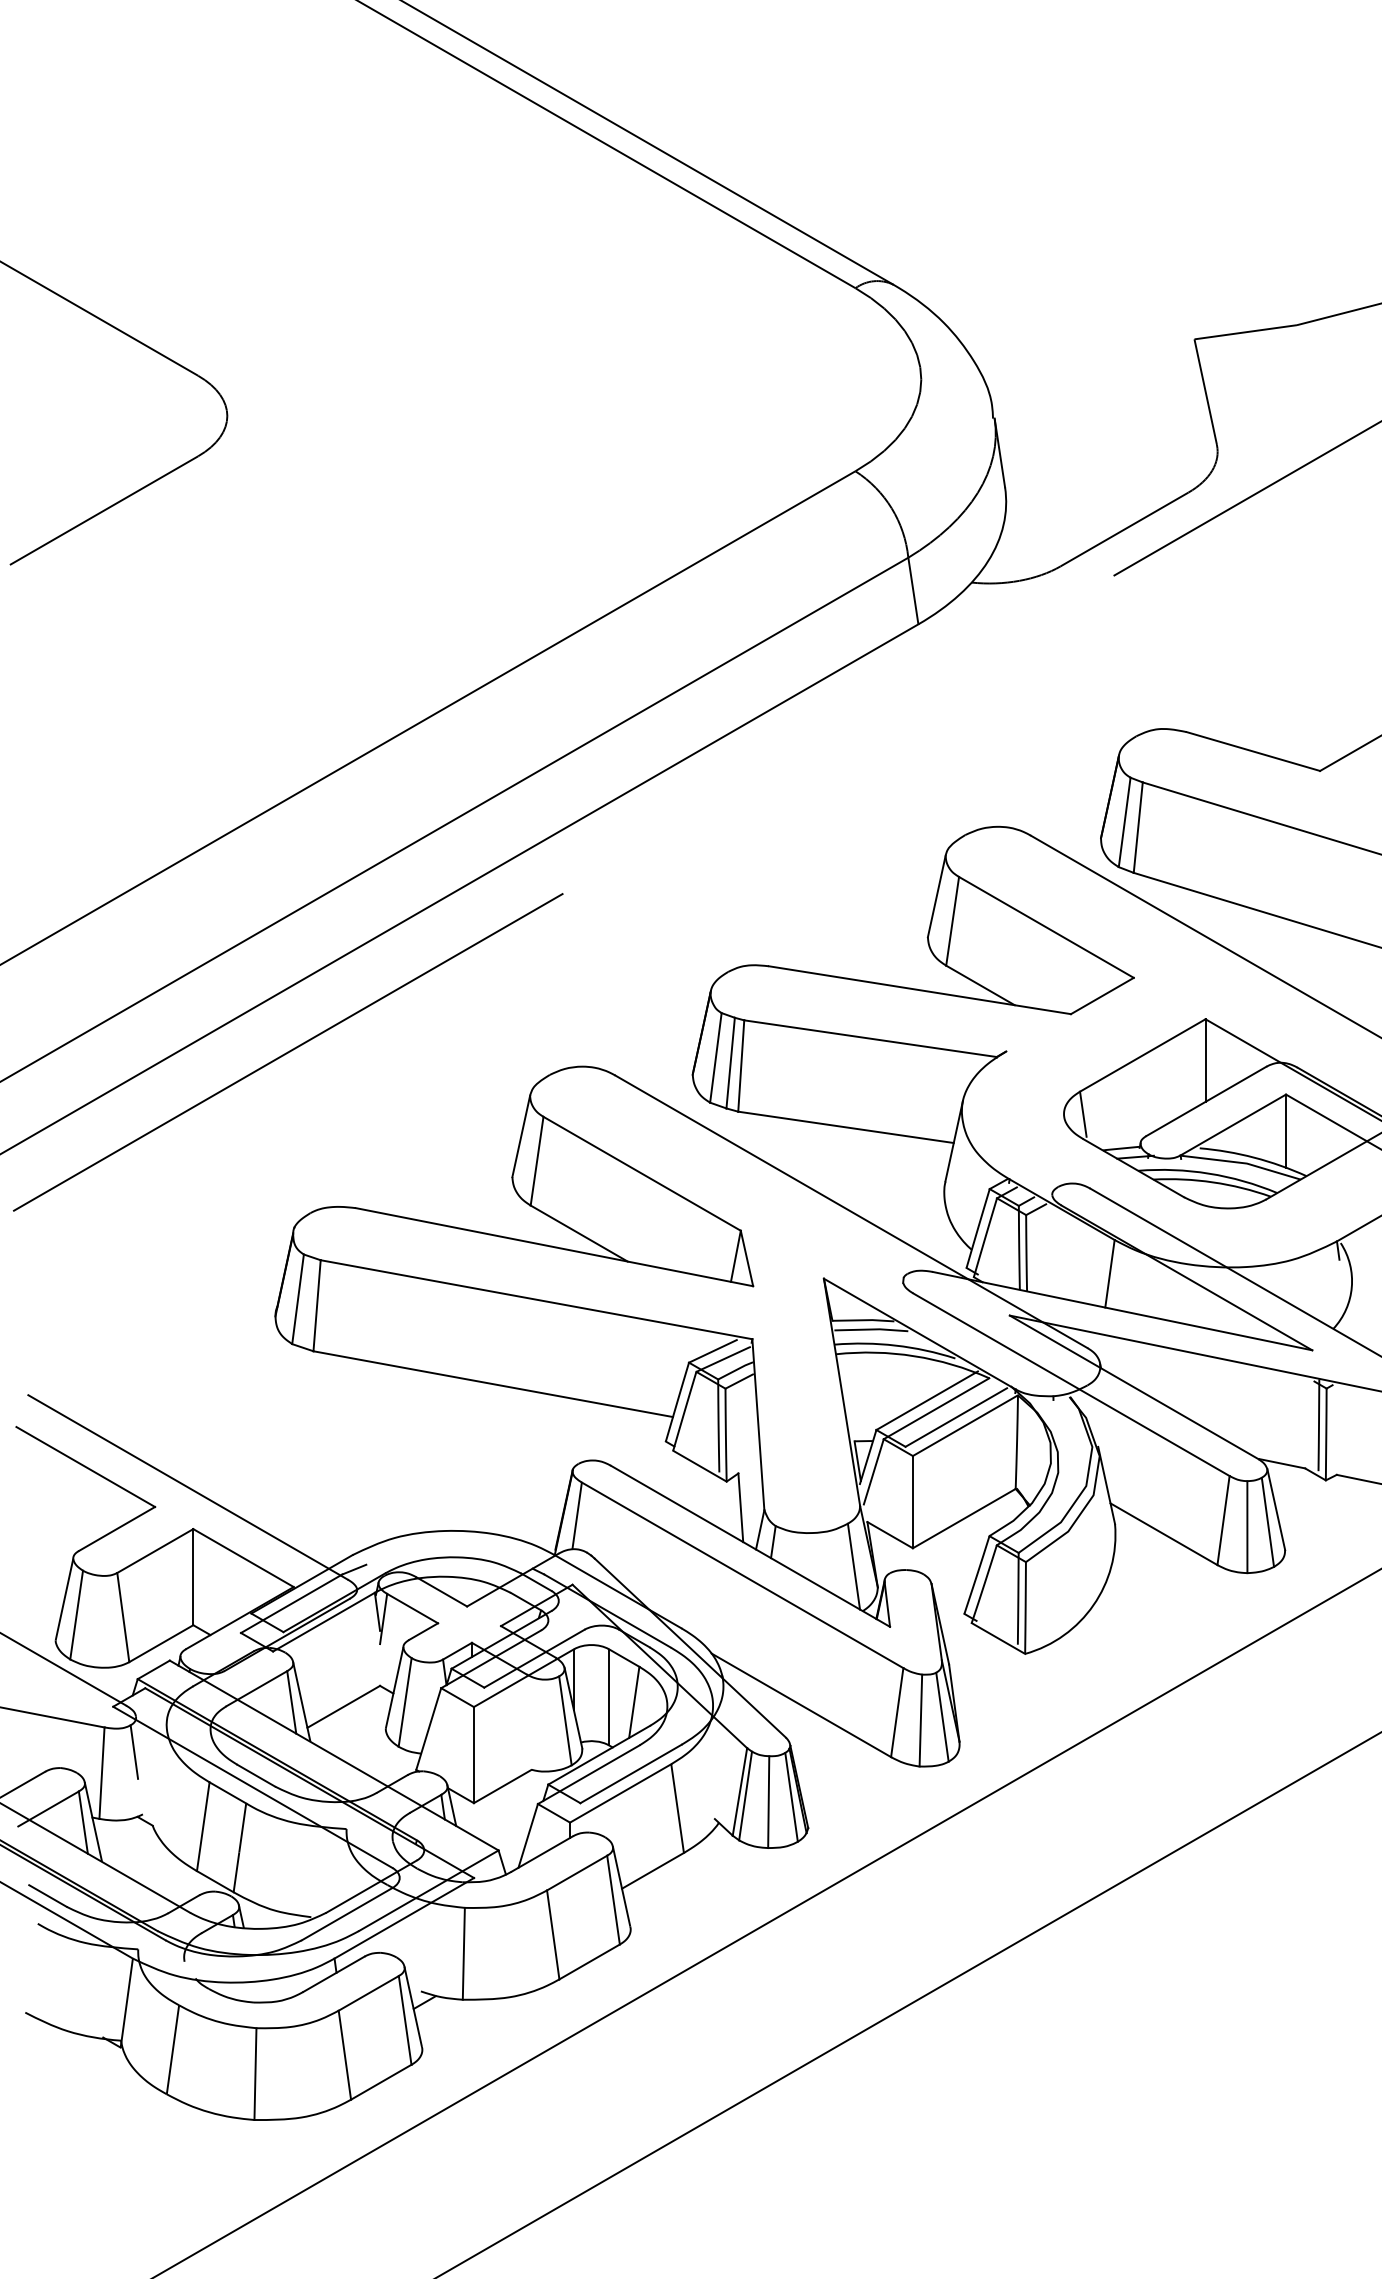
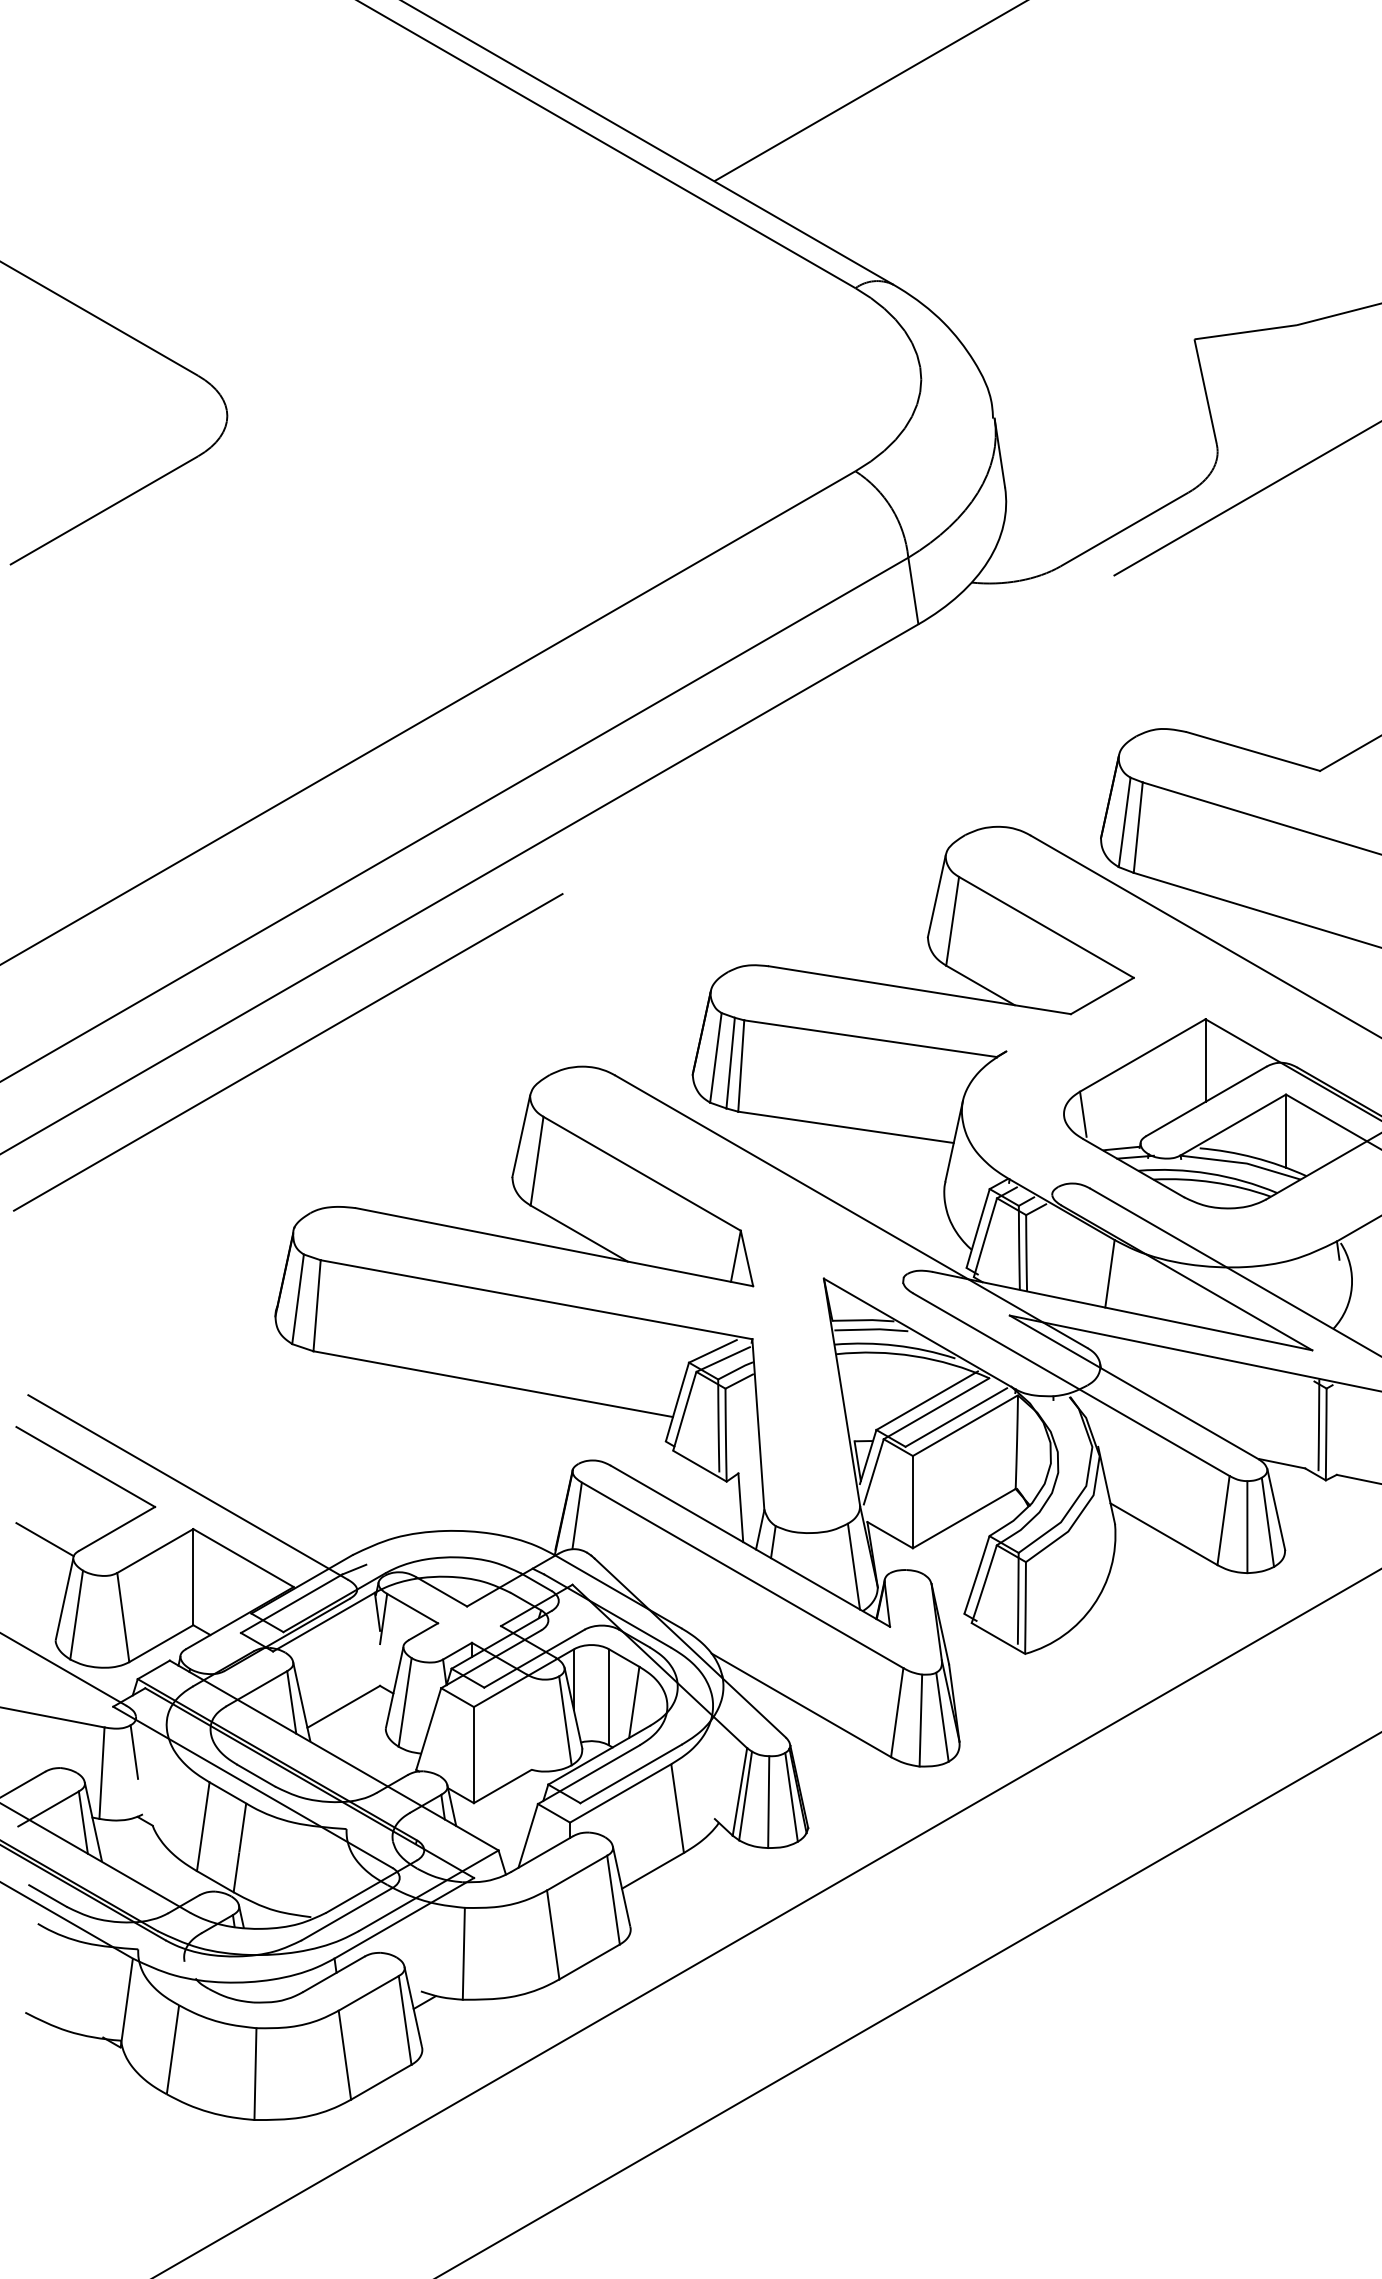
line at (869, 91): none -> present
line at (44, 1539): none -> present
